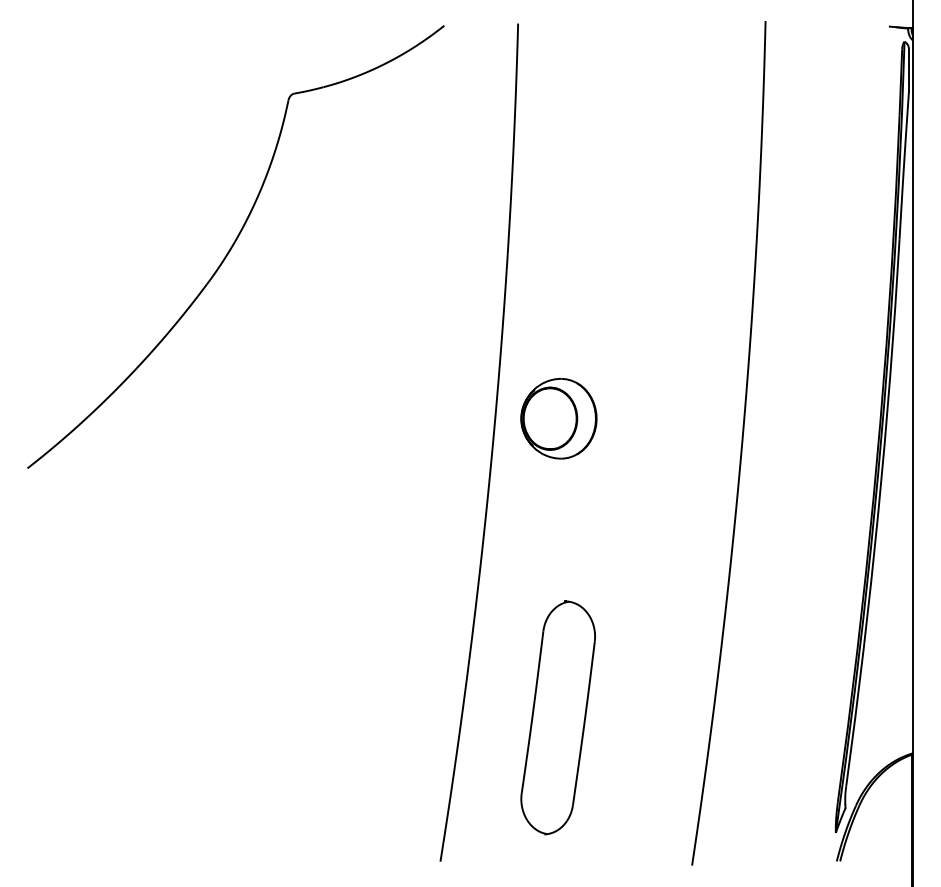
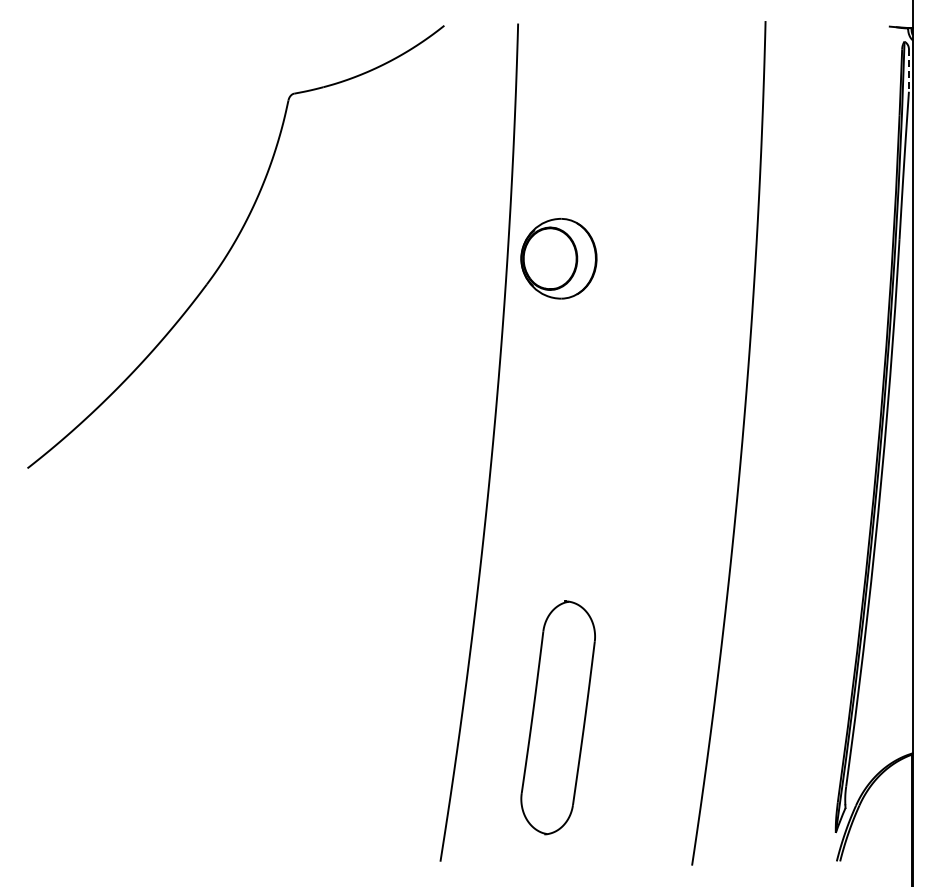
line at (908, 71): solid -> dashed
part at (558, 418) position: (558, 418) -> (558, 258)
